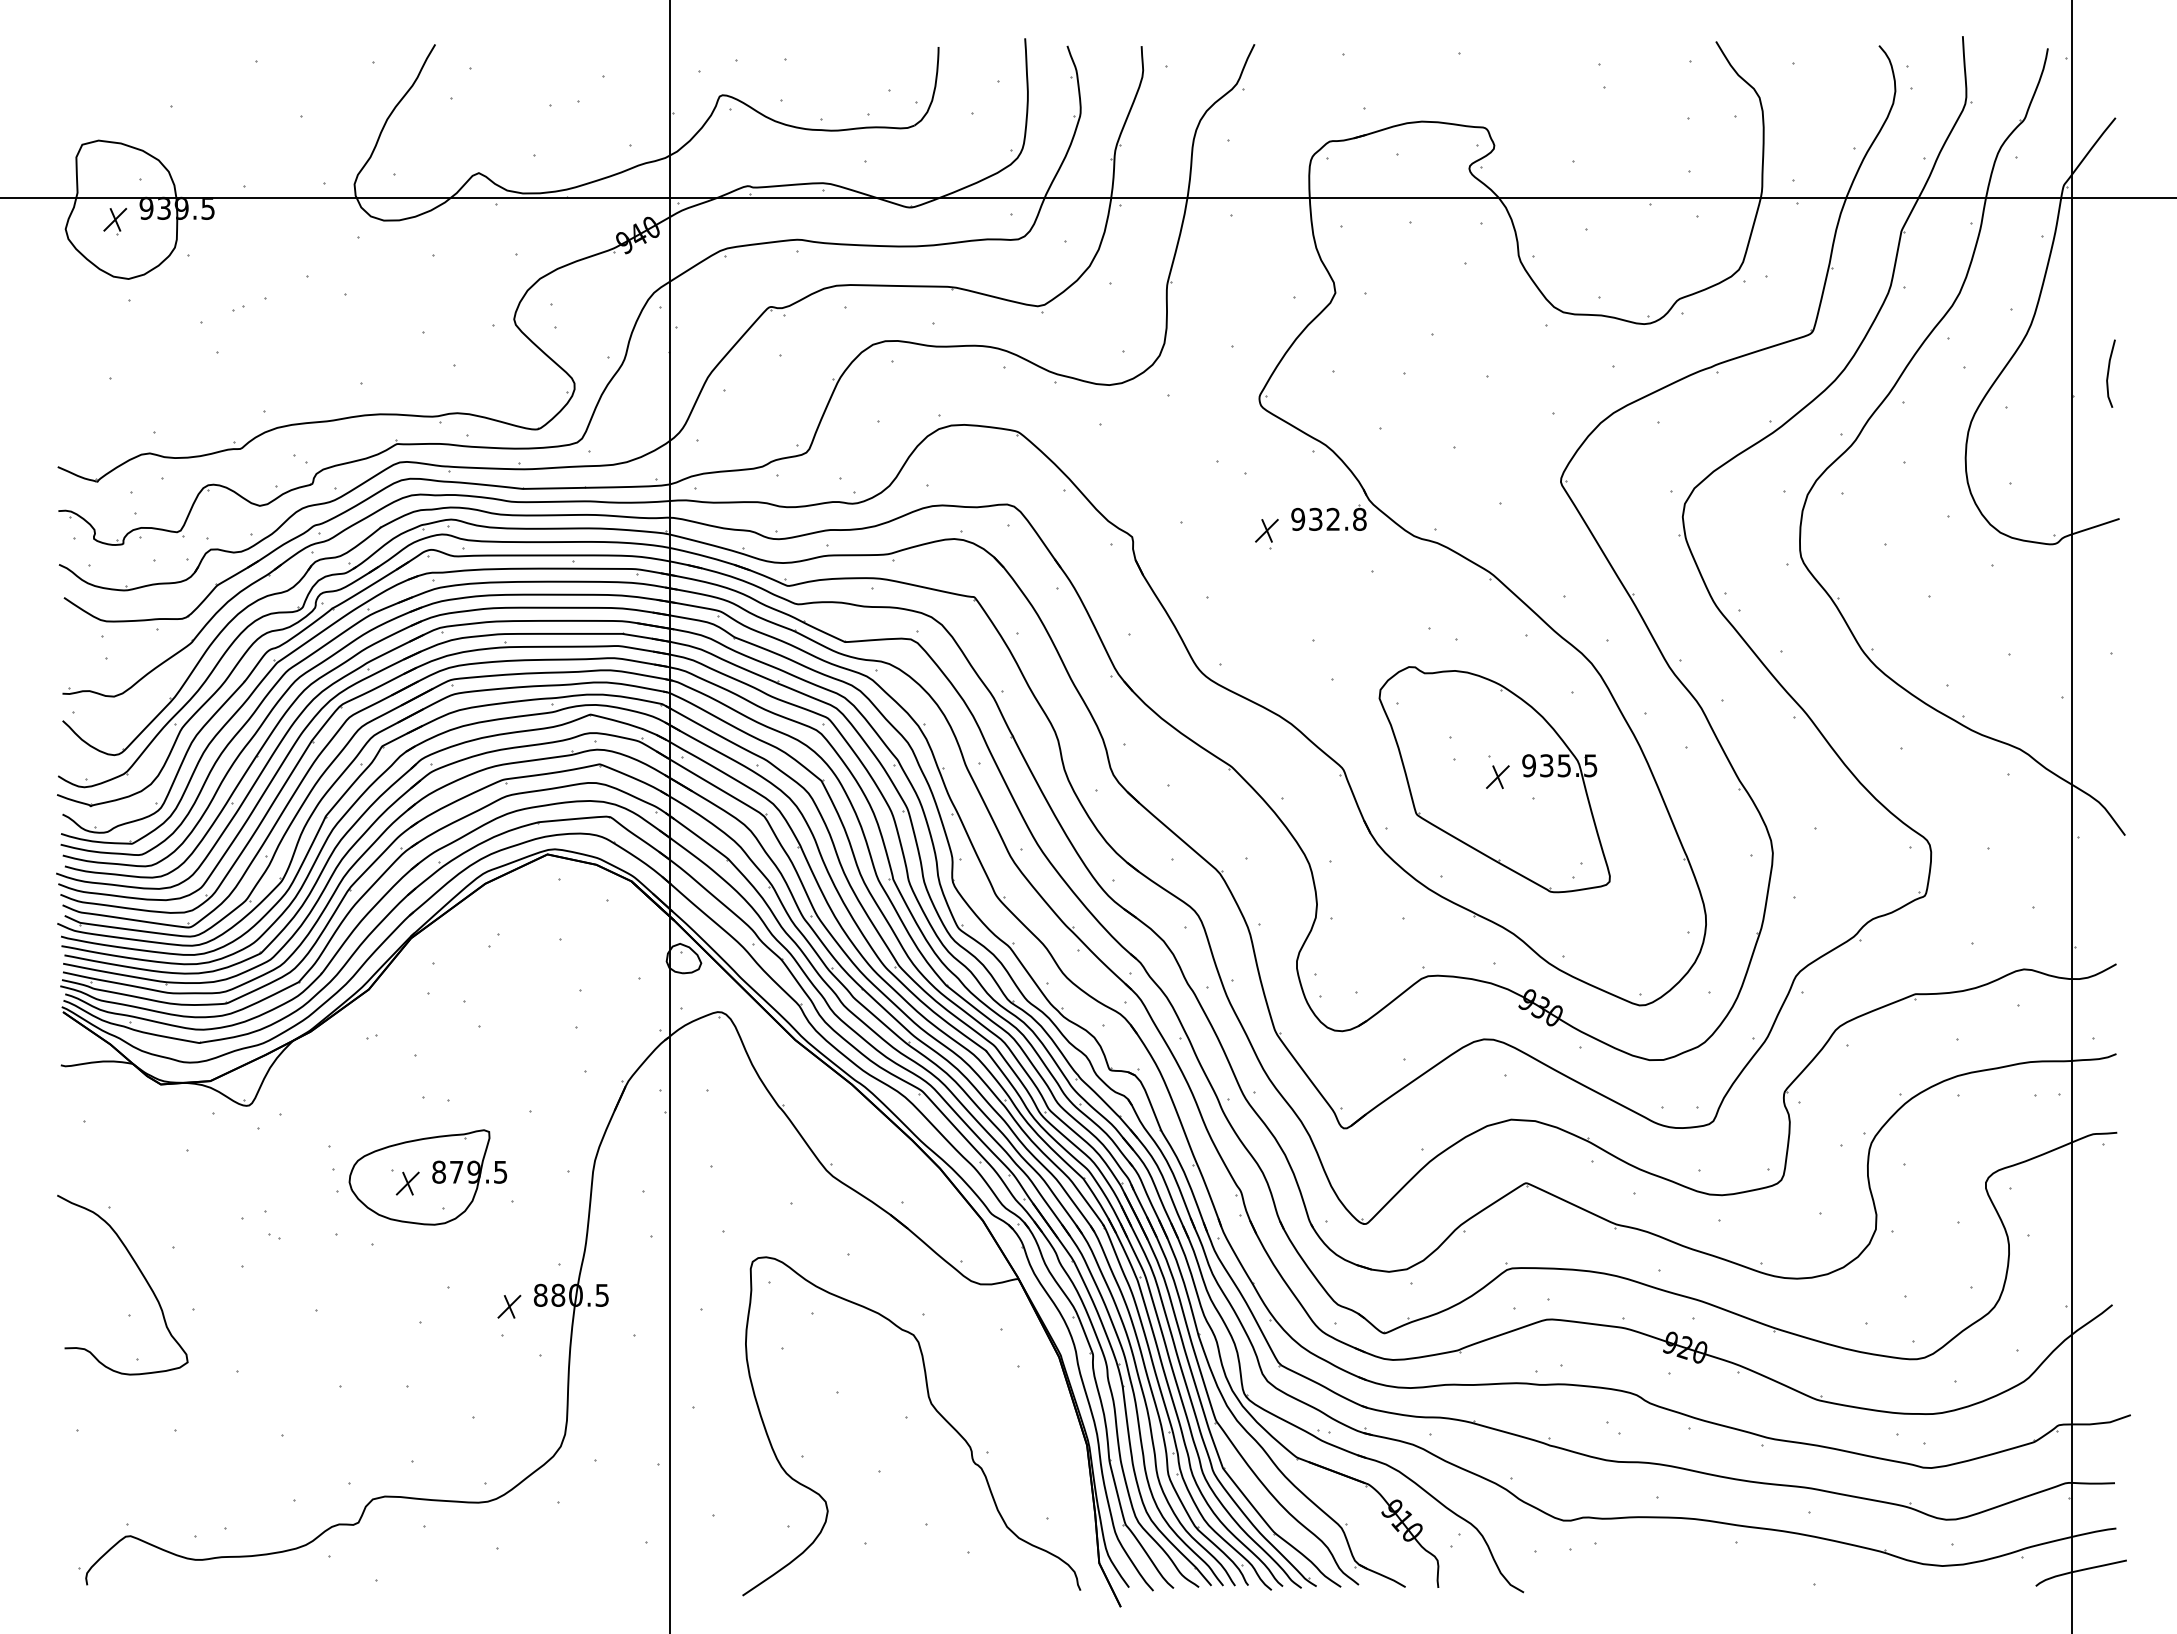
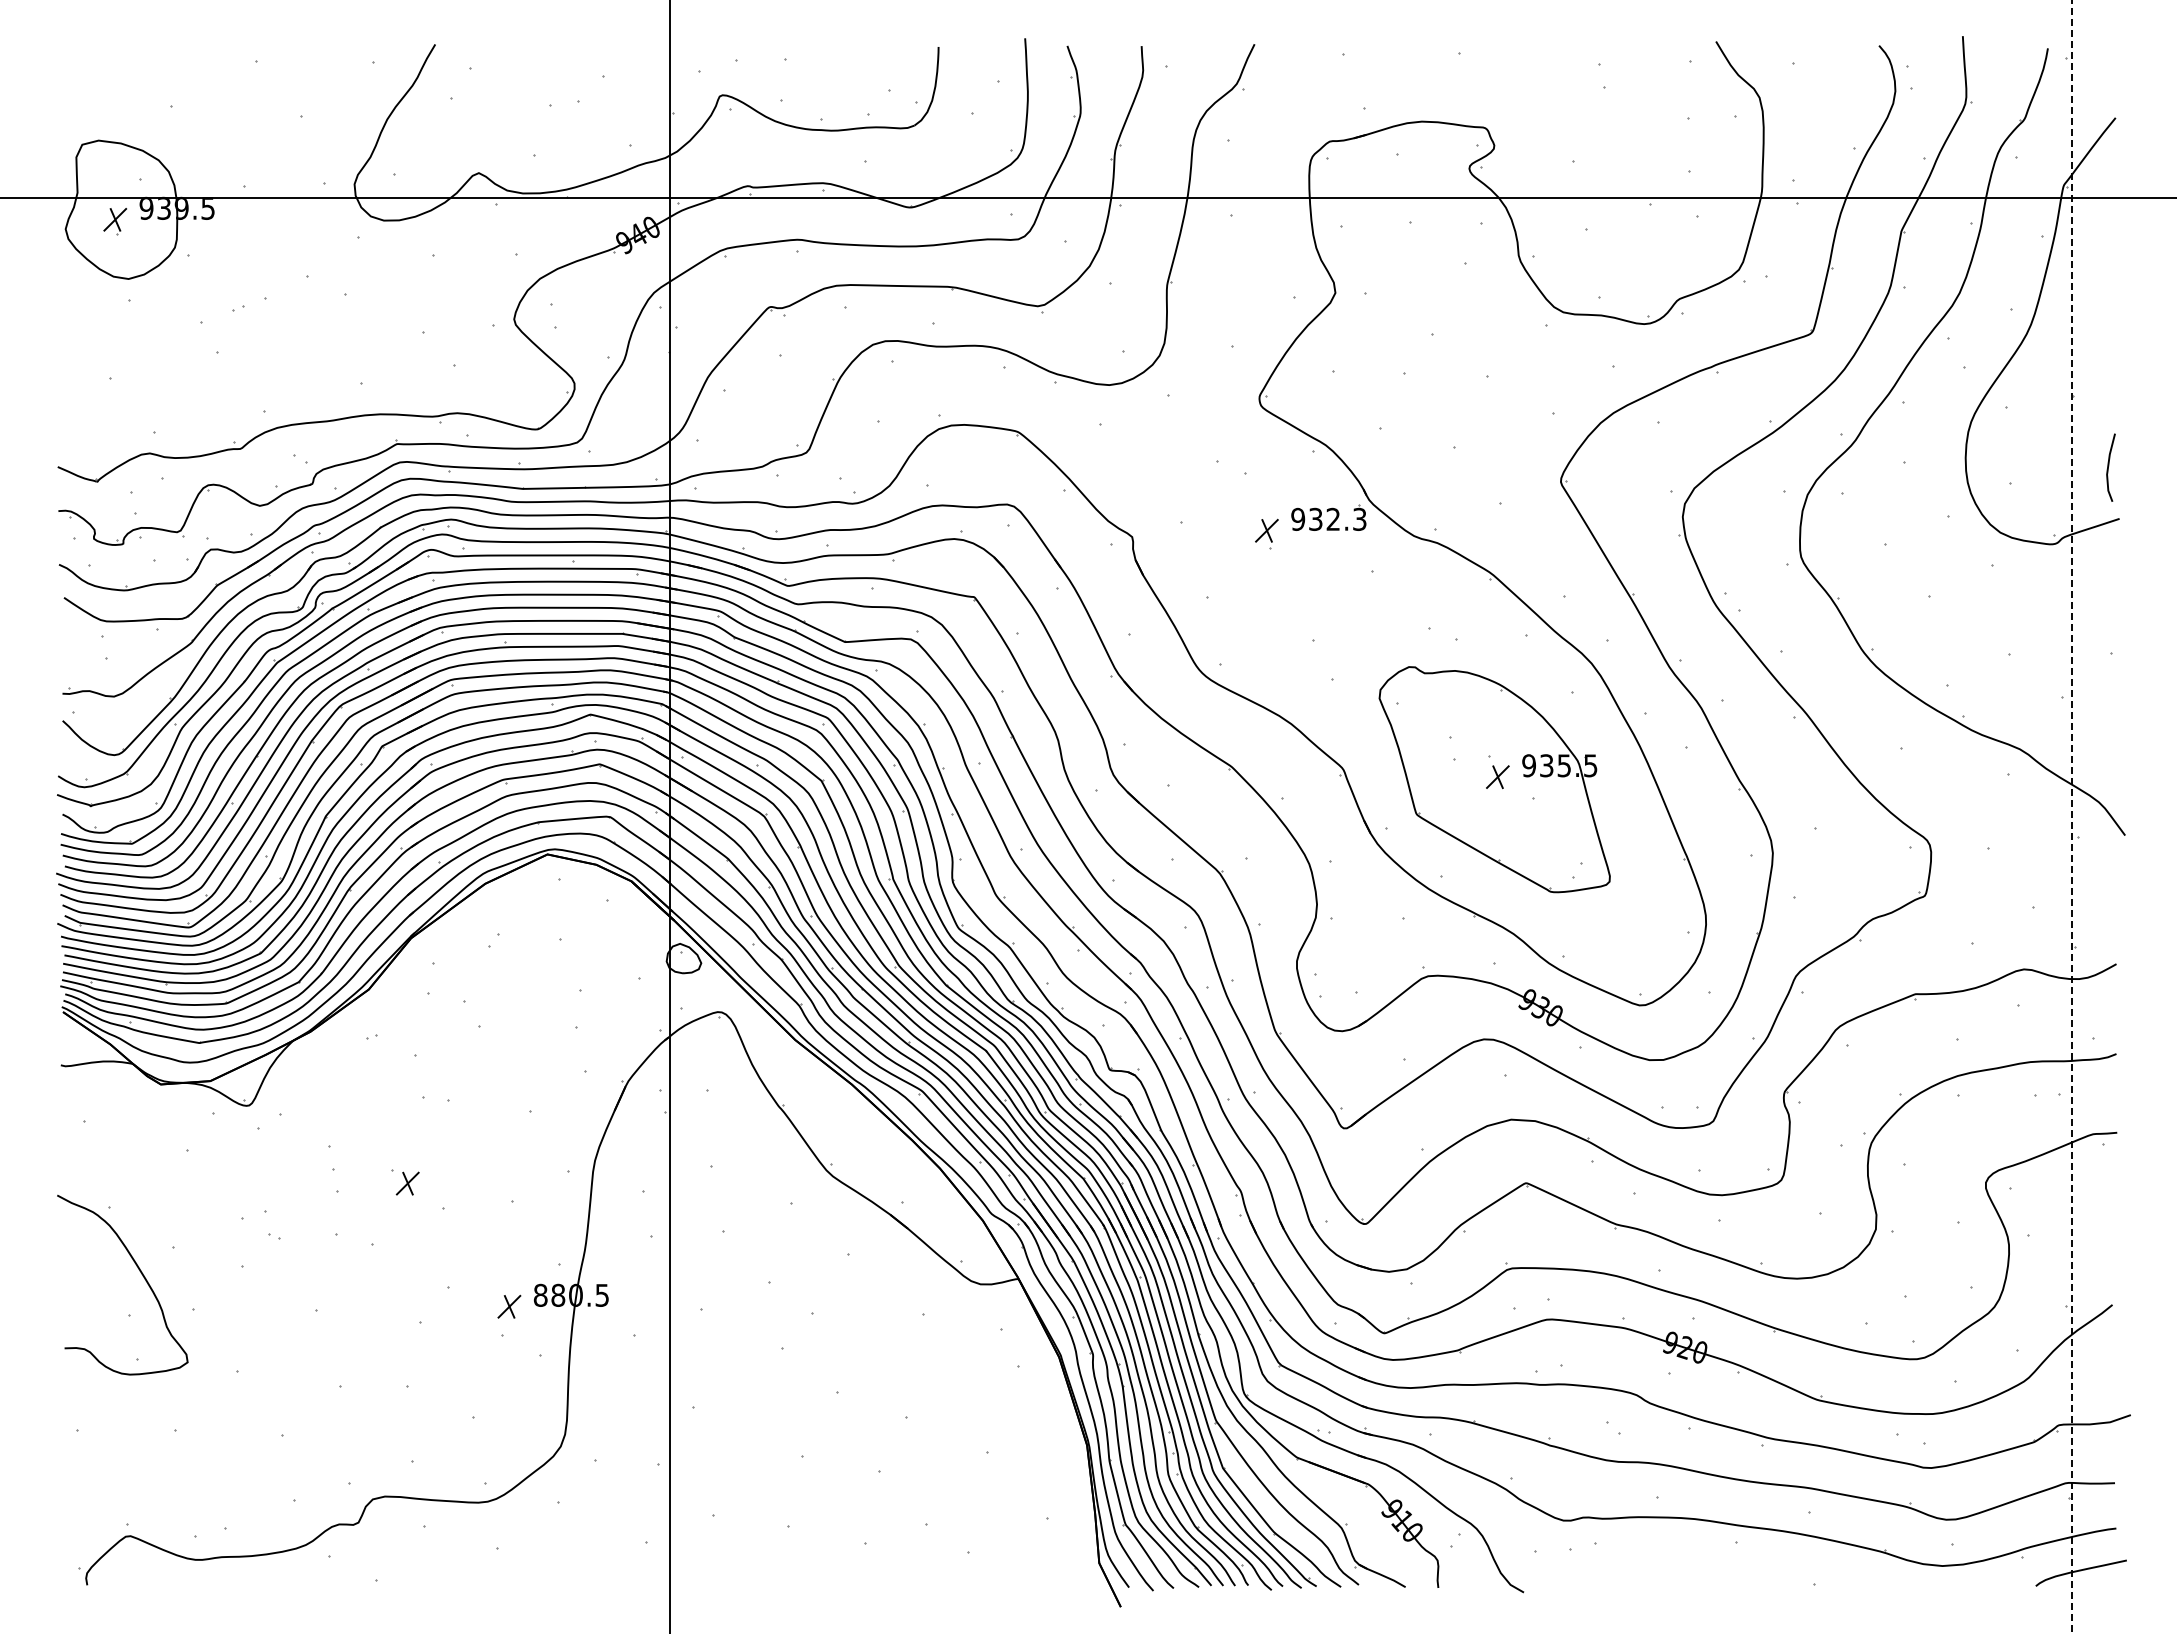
line at (2109, 372) position: (2109, 372) -> (2109, 466)
text at (1359, 519): 932.8 -> 932.3
line at (2072, 817): solid -> dashed
part at (427, 1177): present -> none
curve at (933, 1408): present -> none
